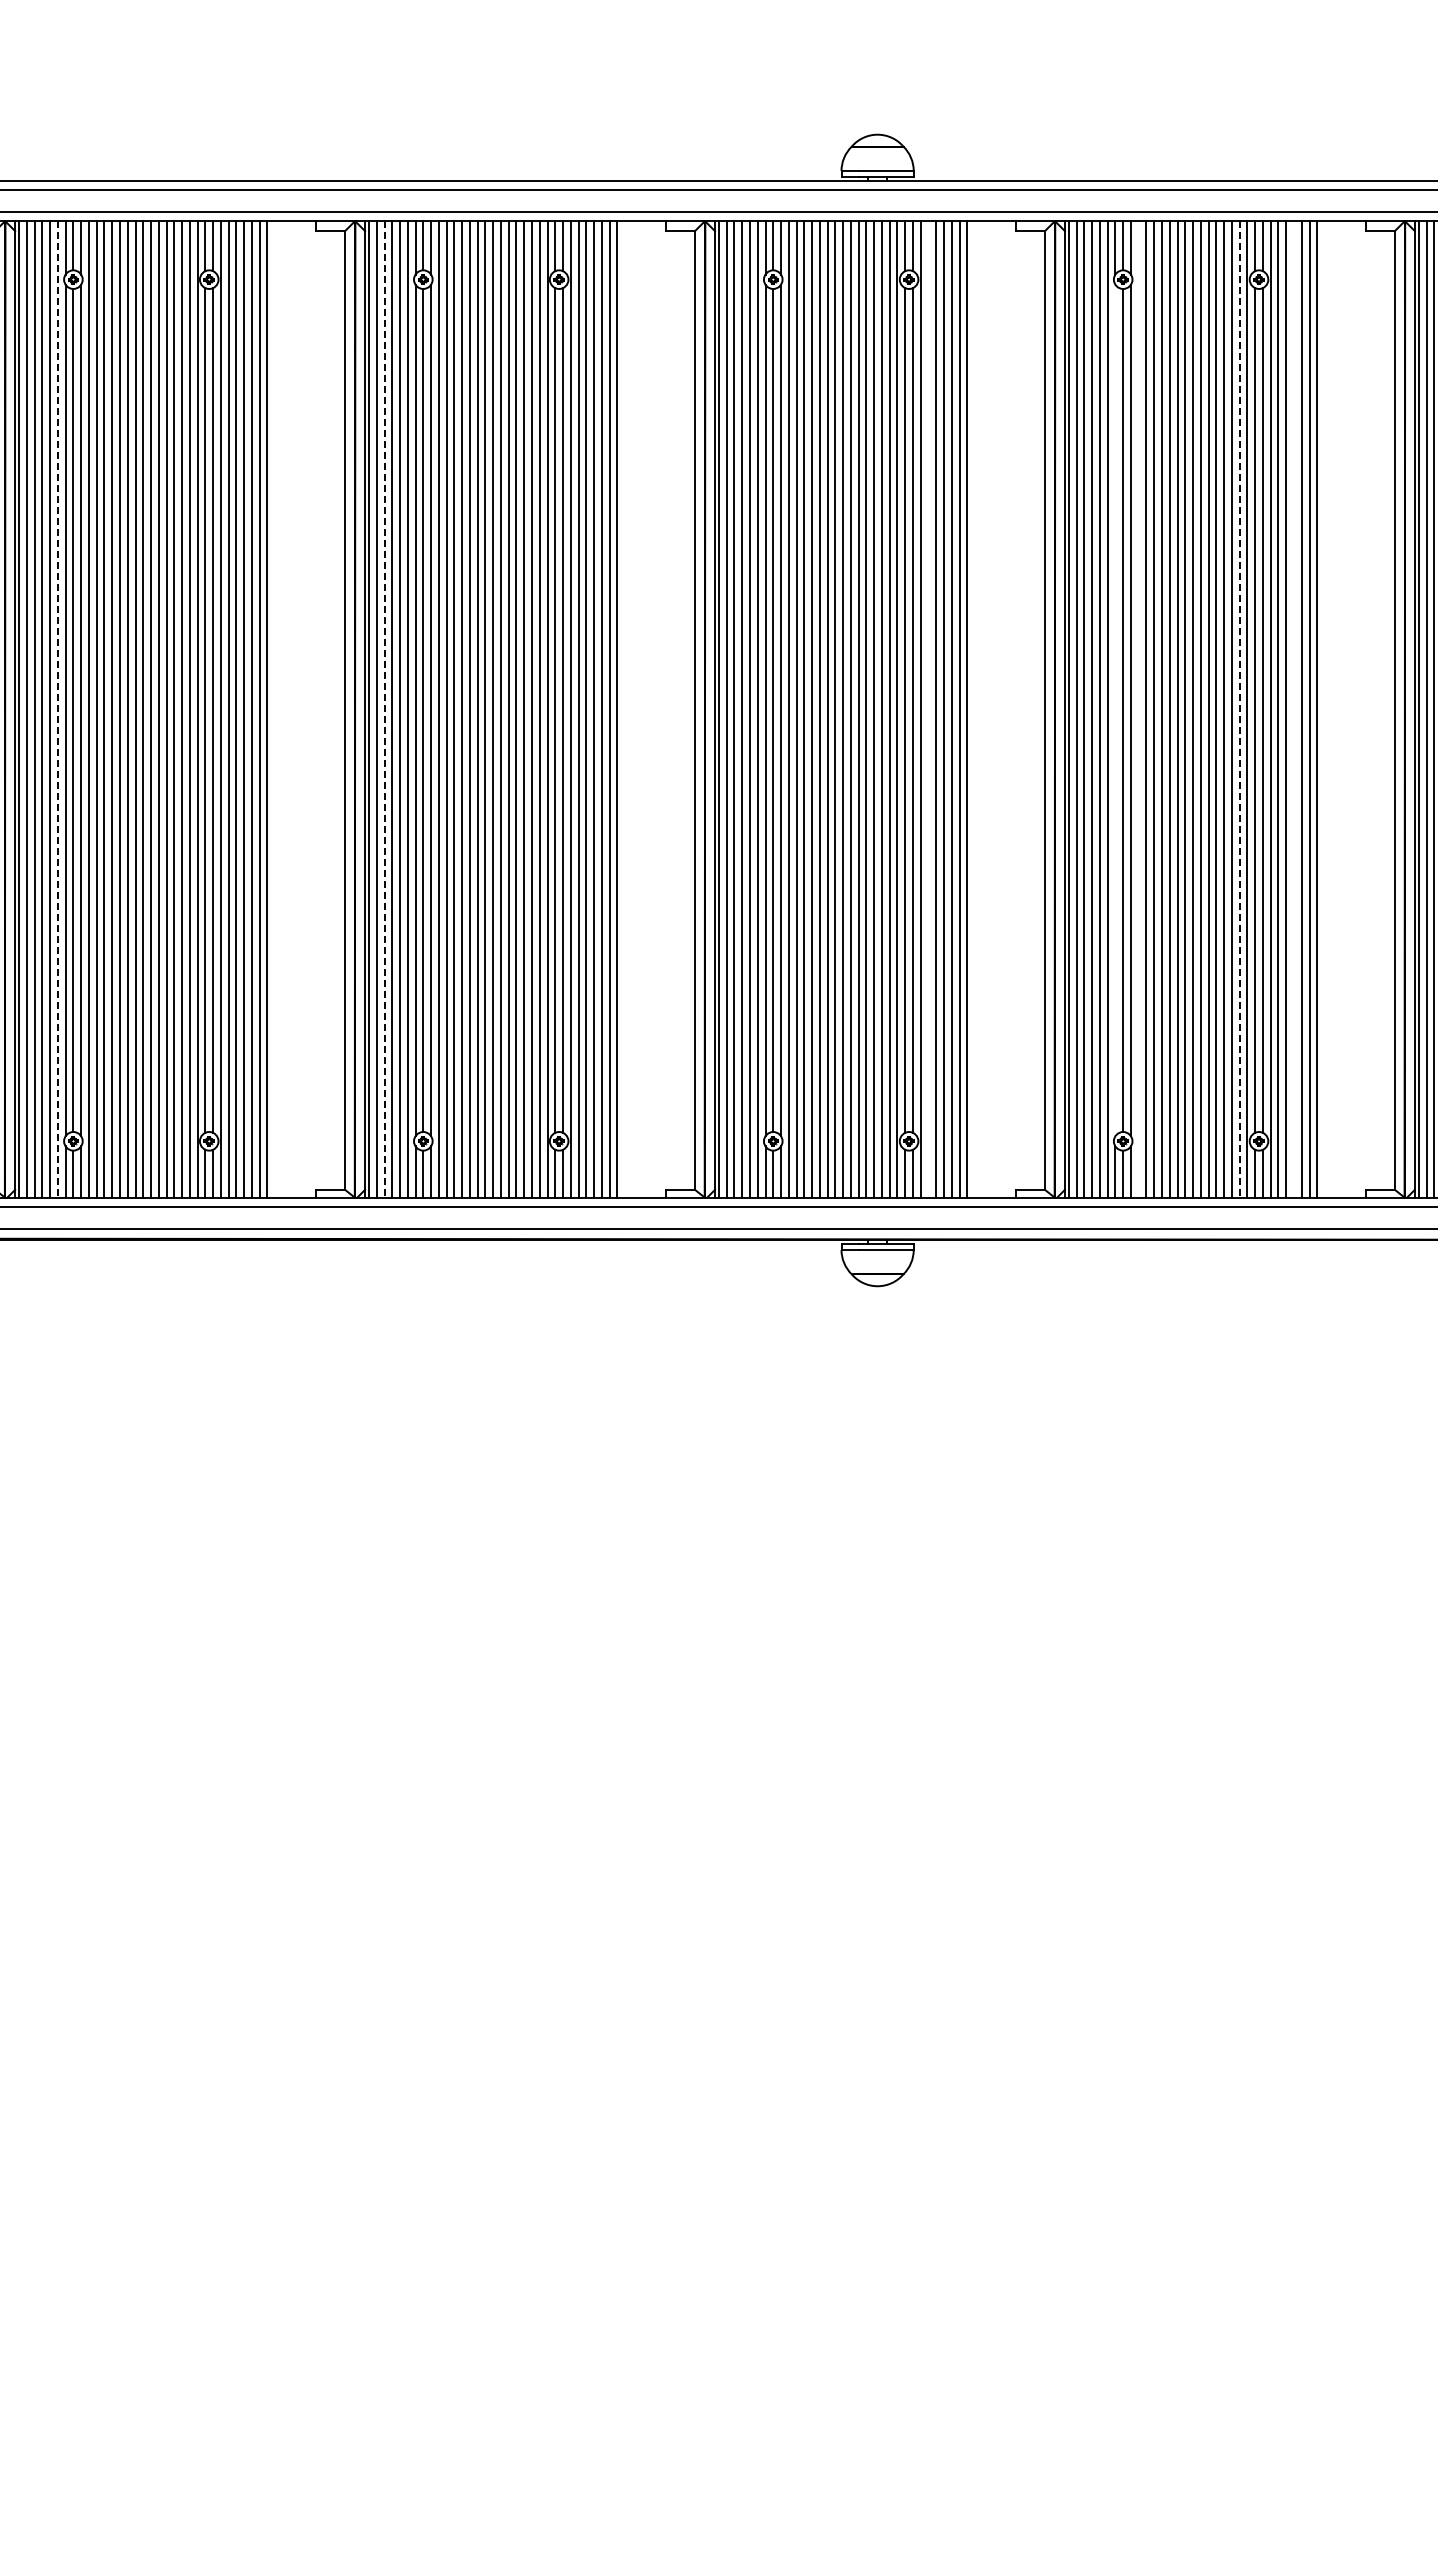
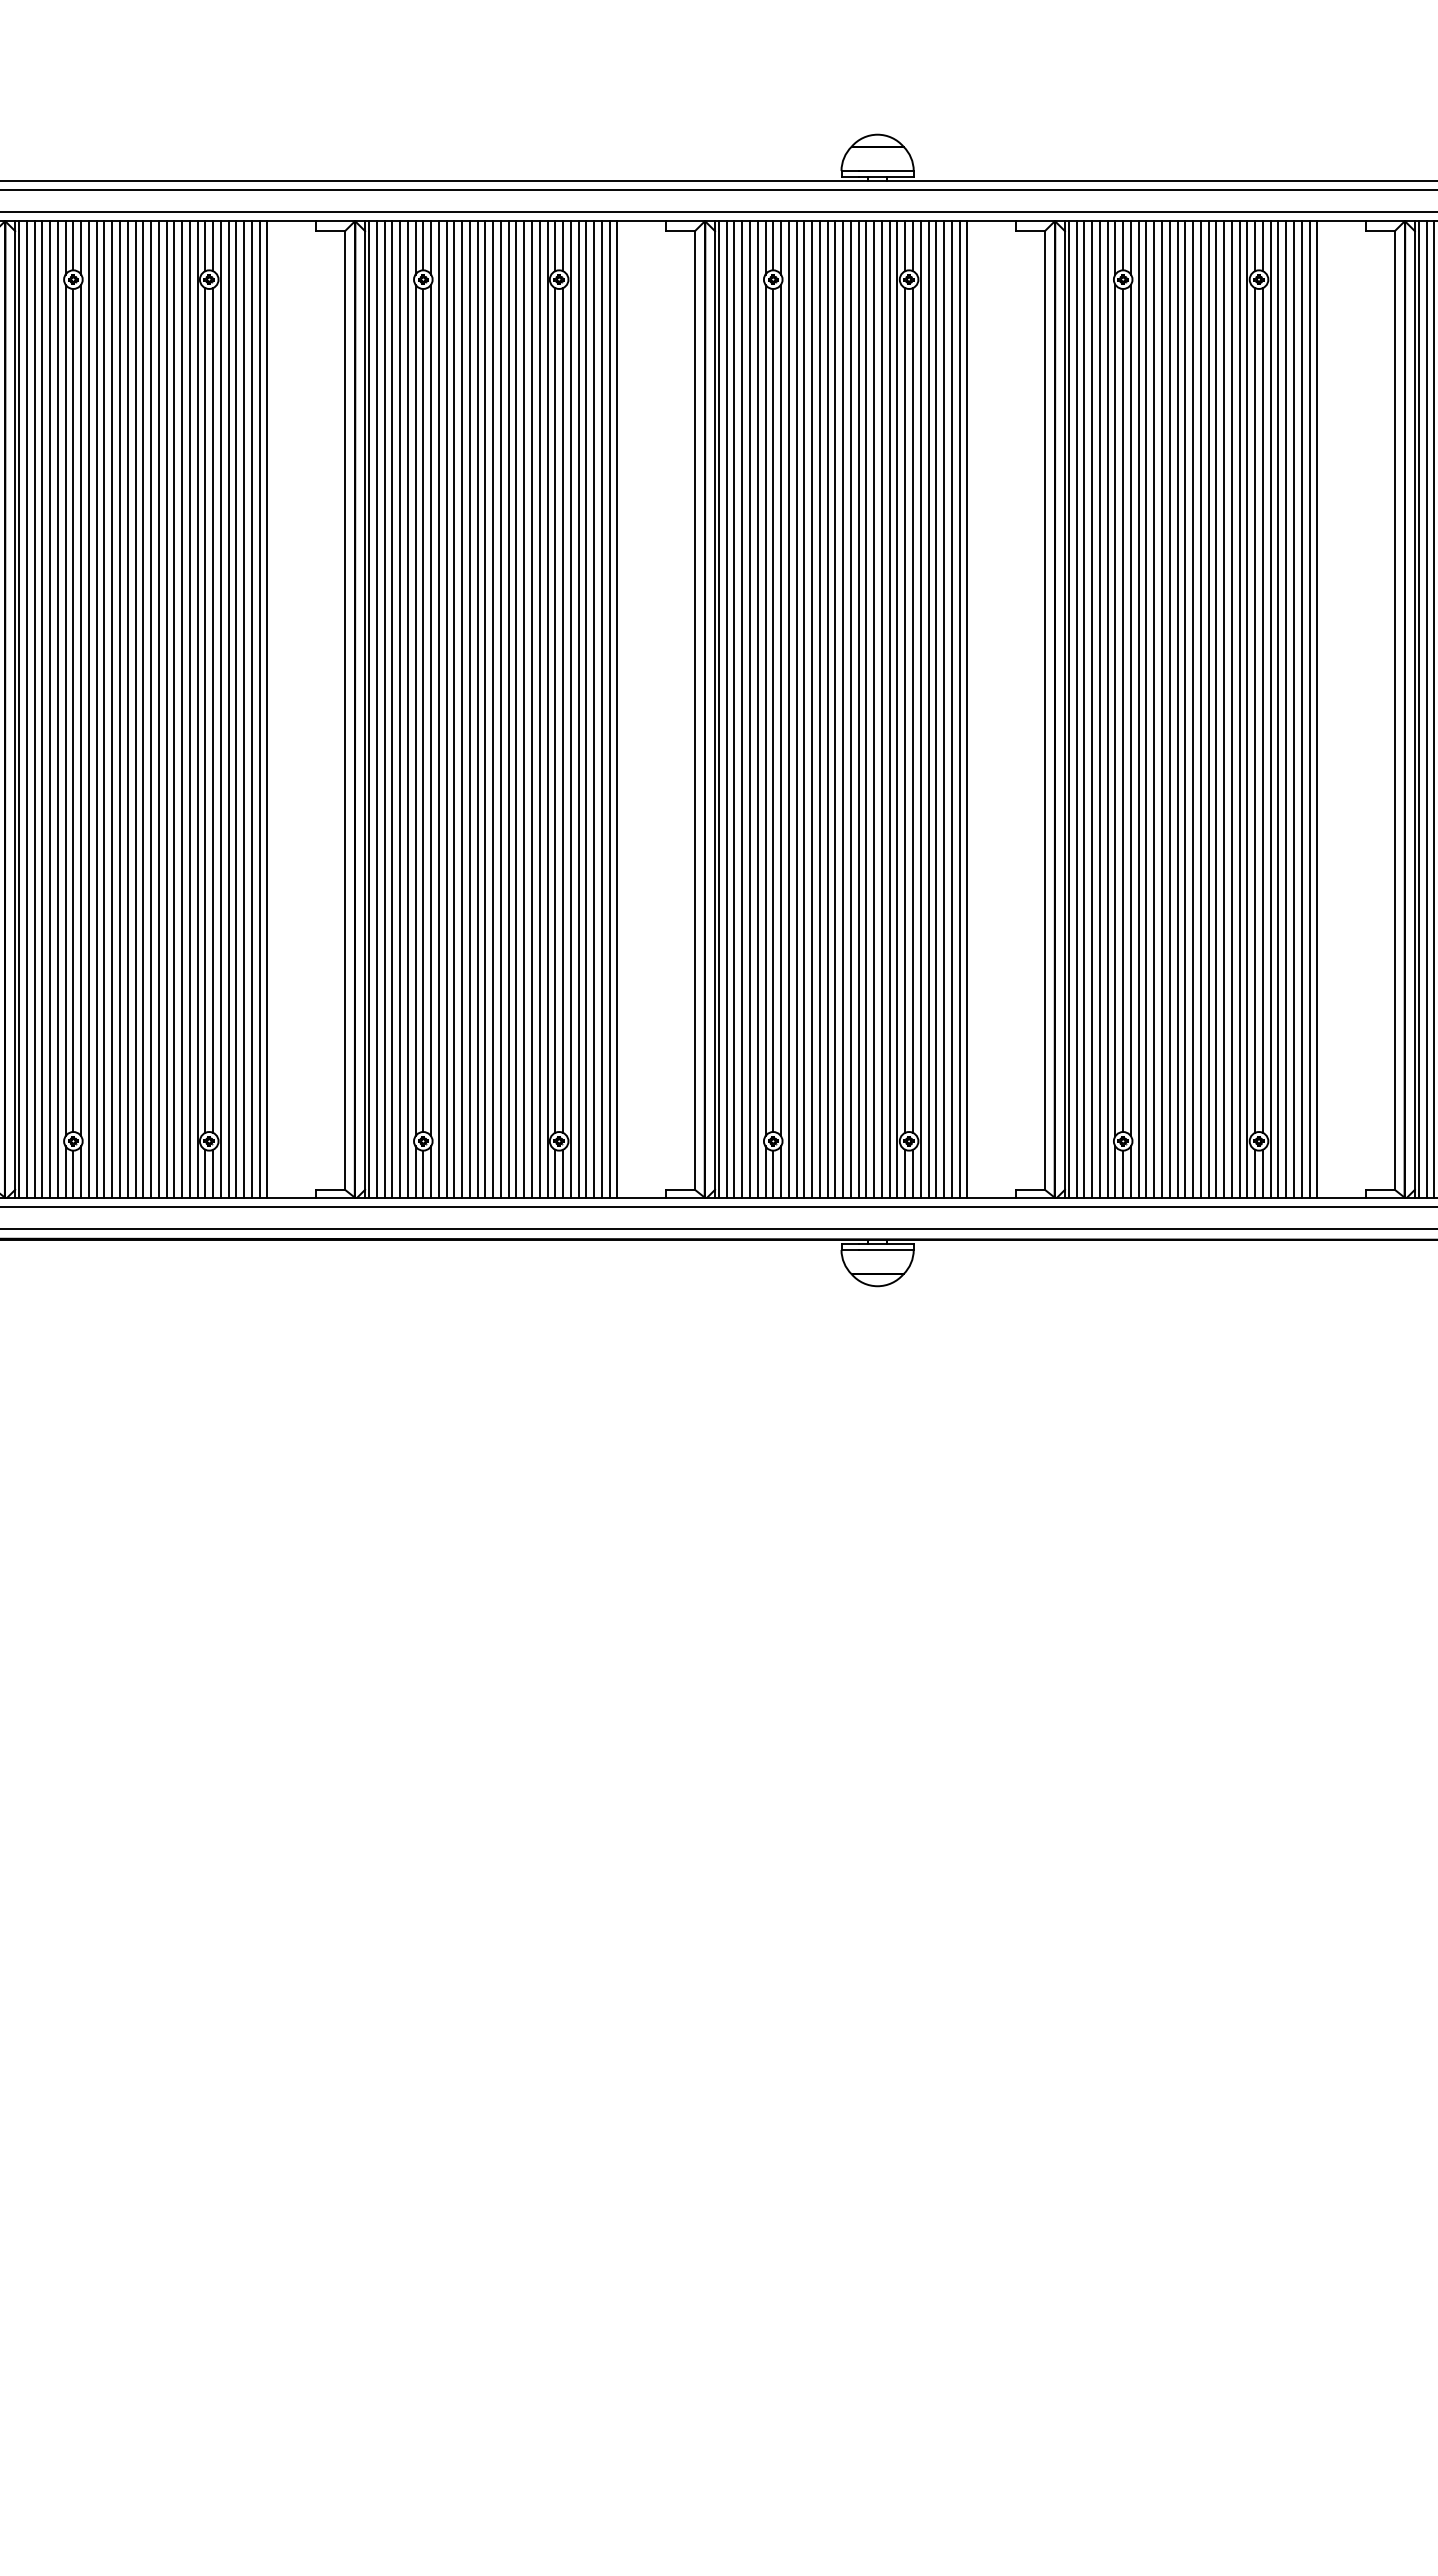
line at (928, 709): none -> present
line at (1138, 709): none -> present
line at (1293, 709): none -> present
line at (57, 710): dashed -> solid
line at (384, 710): dashed -> solid
line at (1115, 710): none -> present
line at (1239, 710): dashed -> solid
